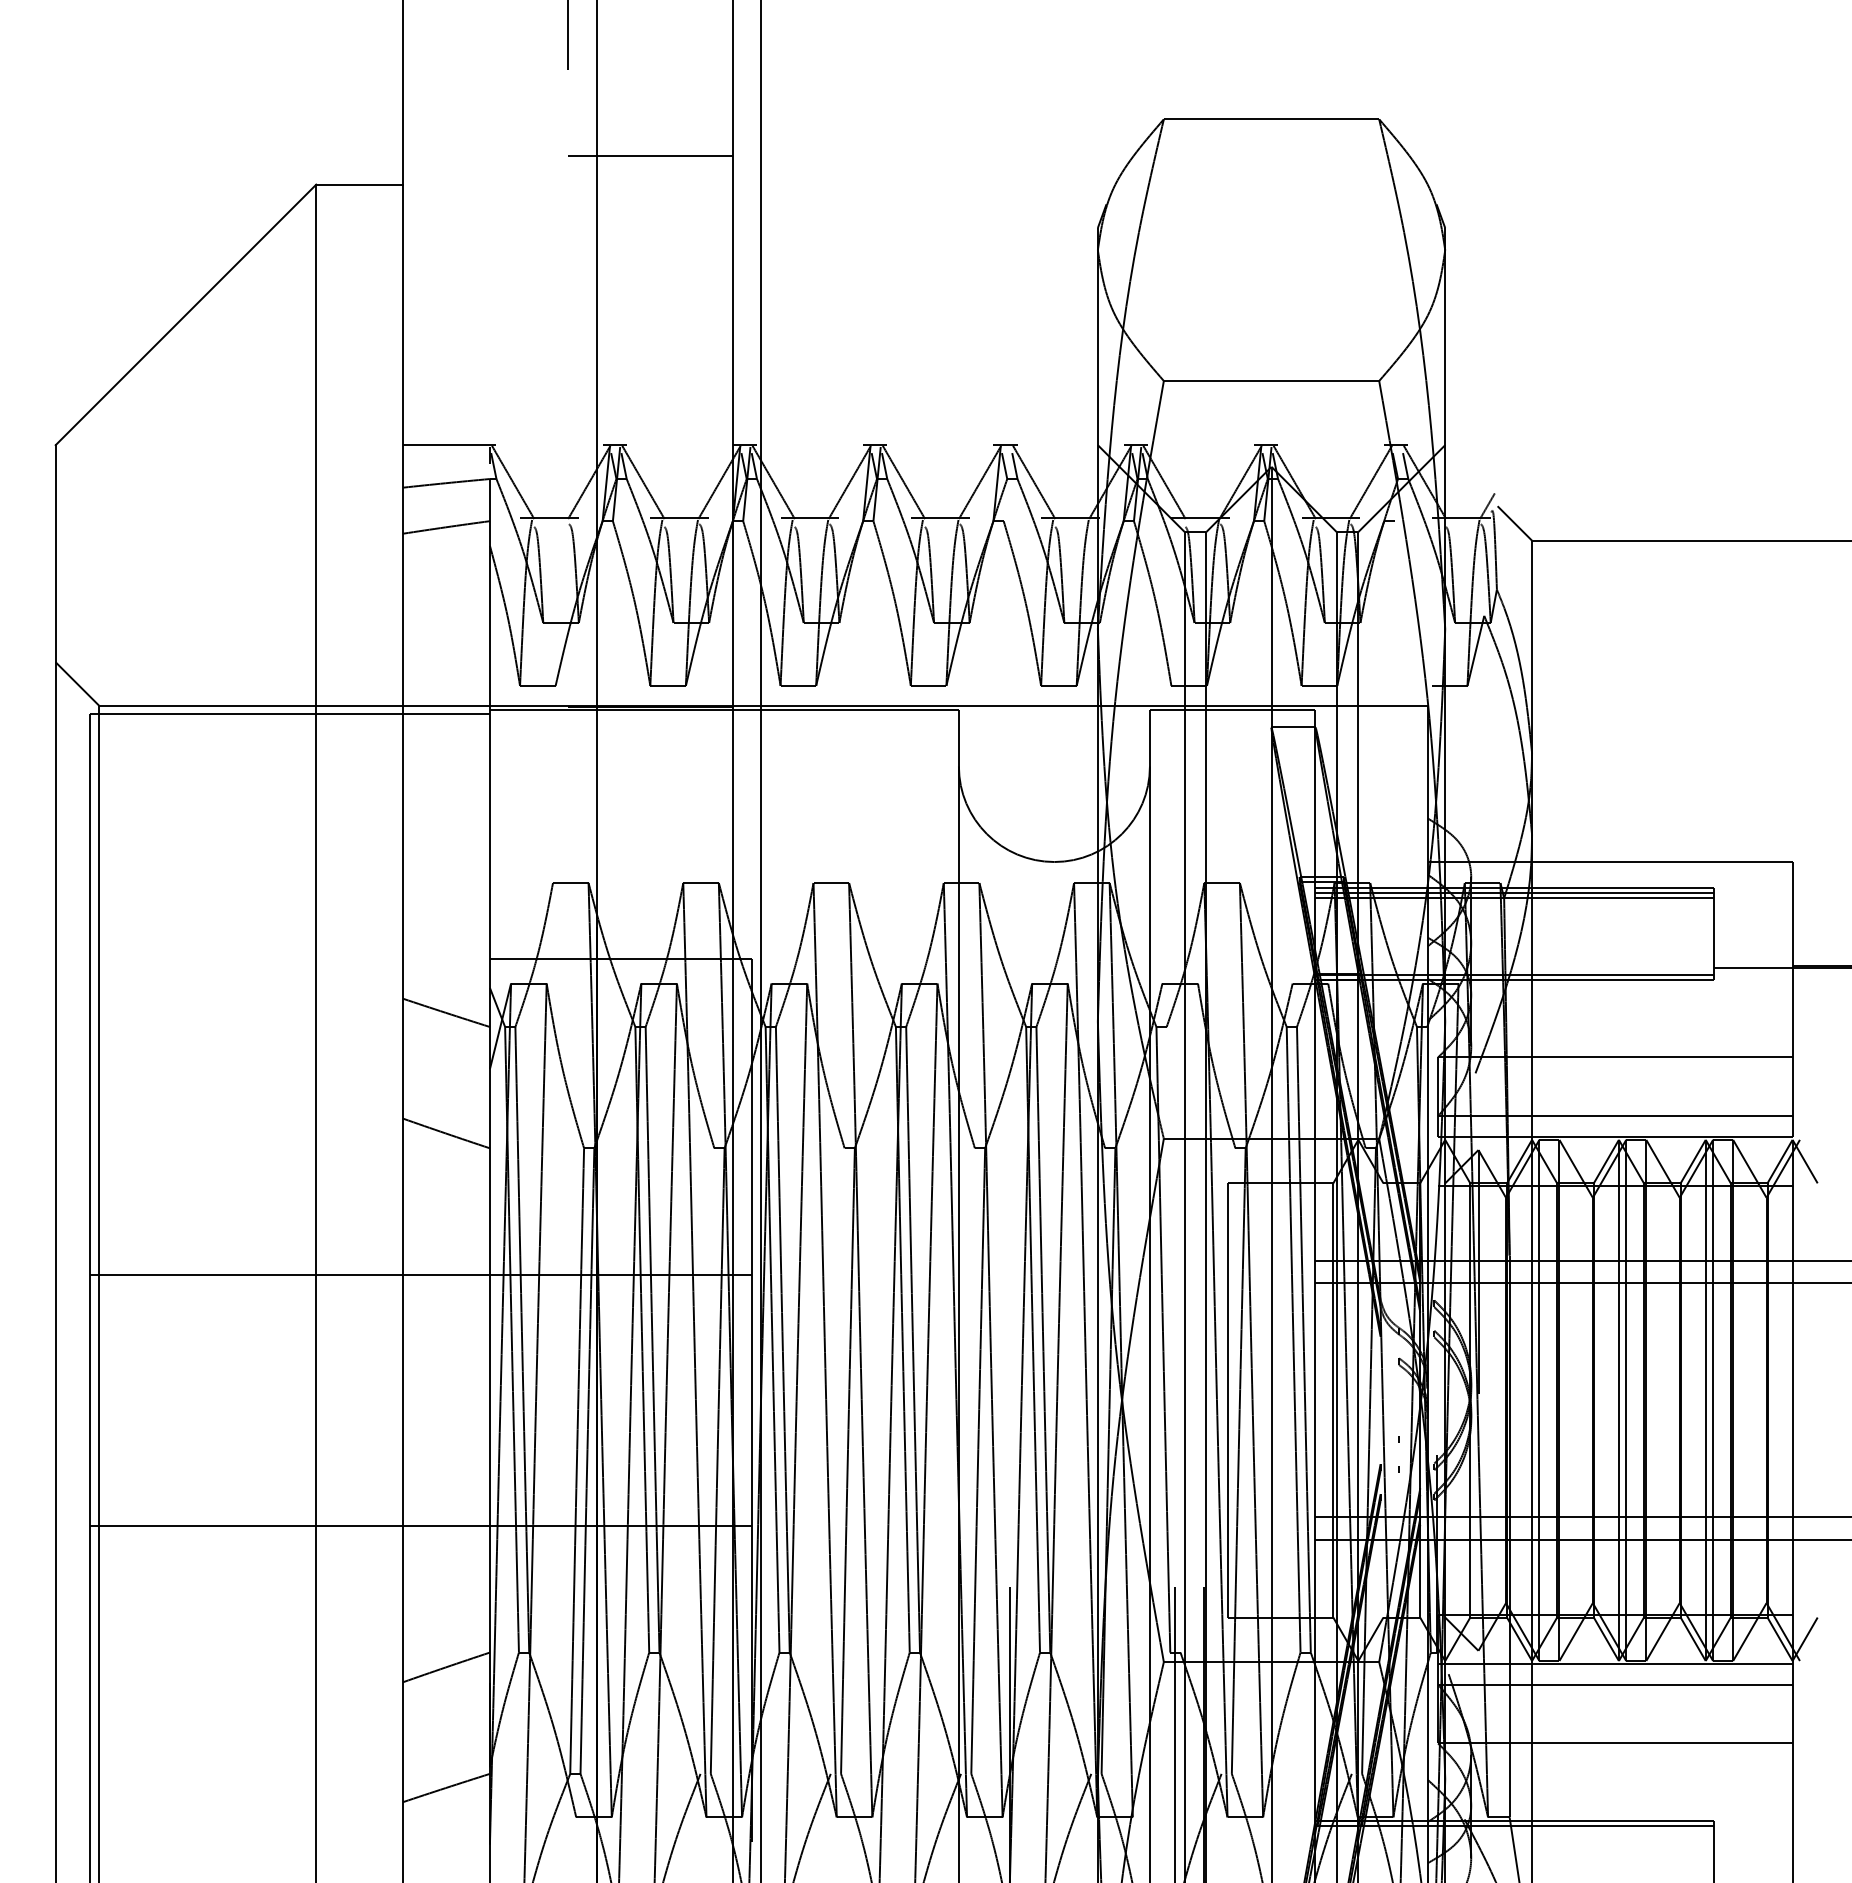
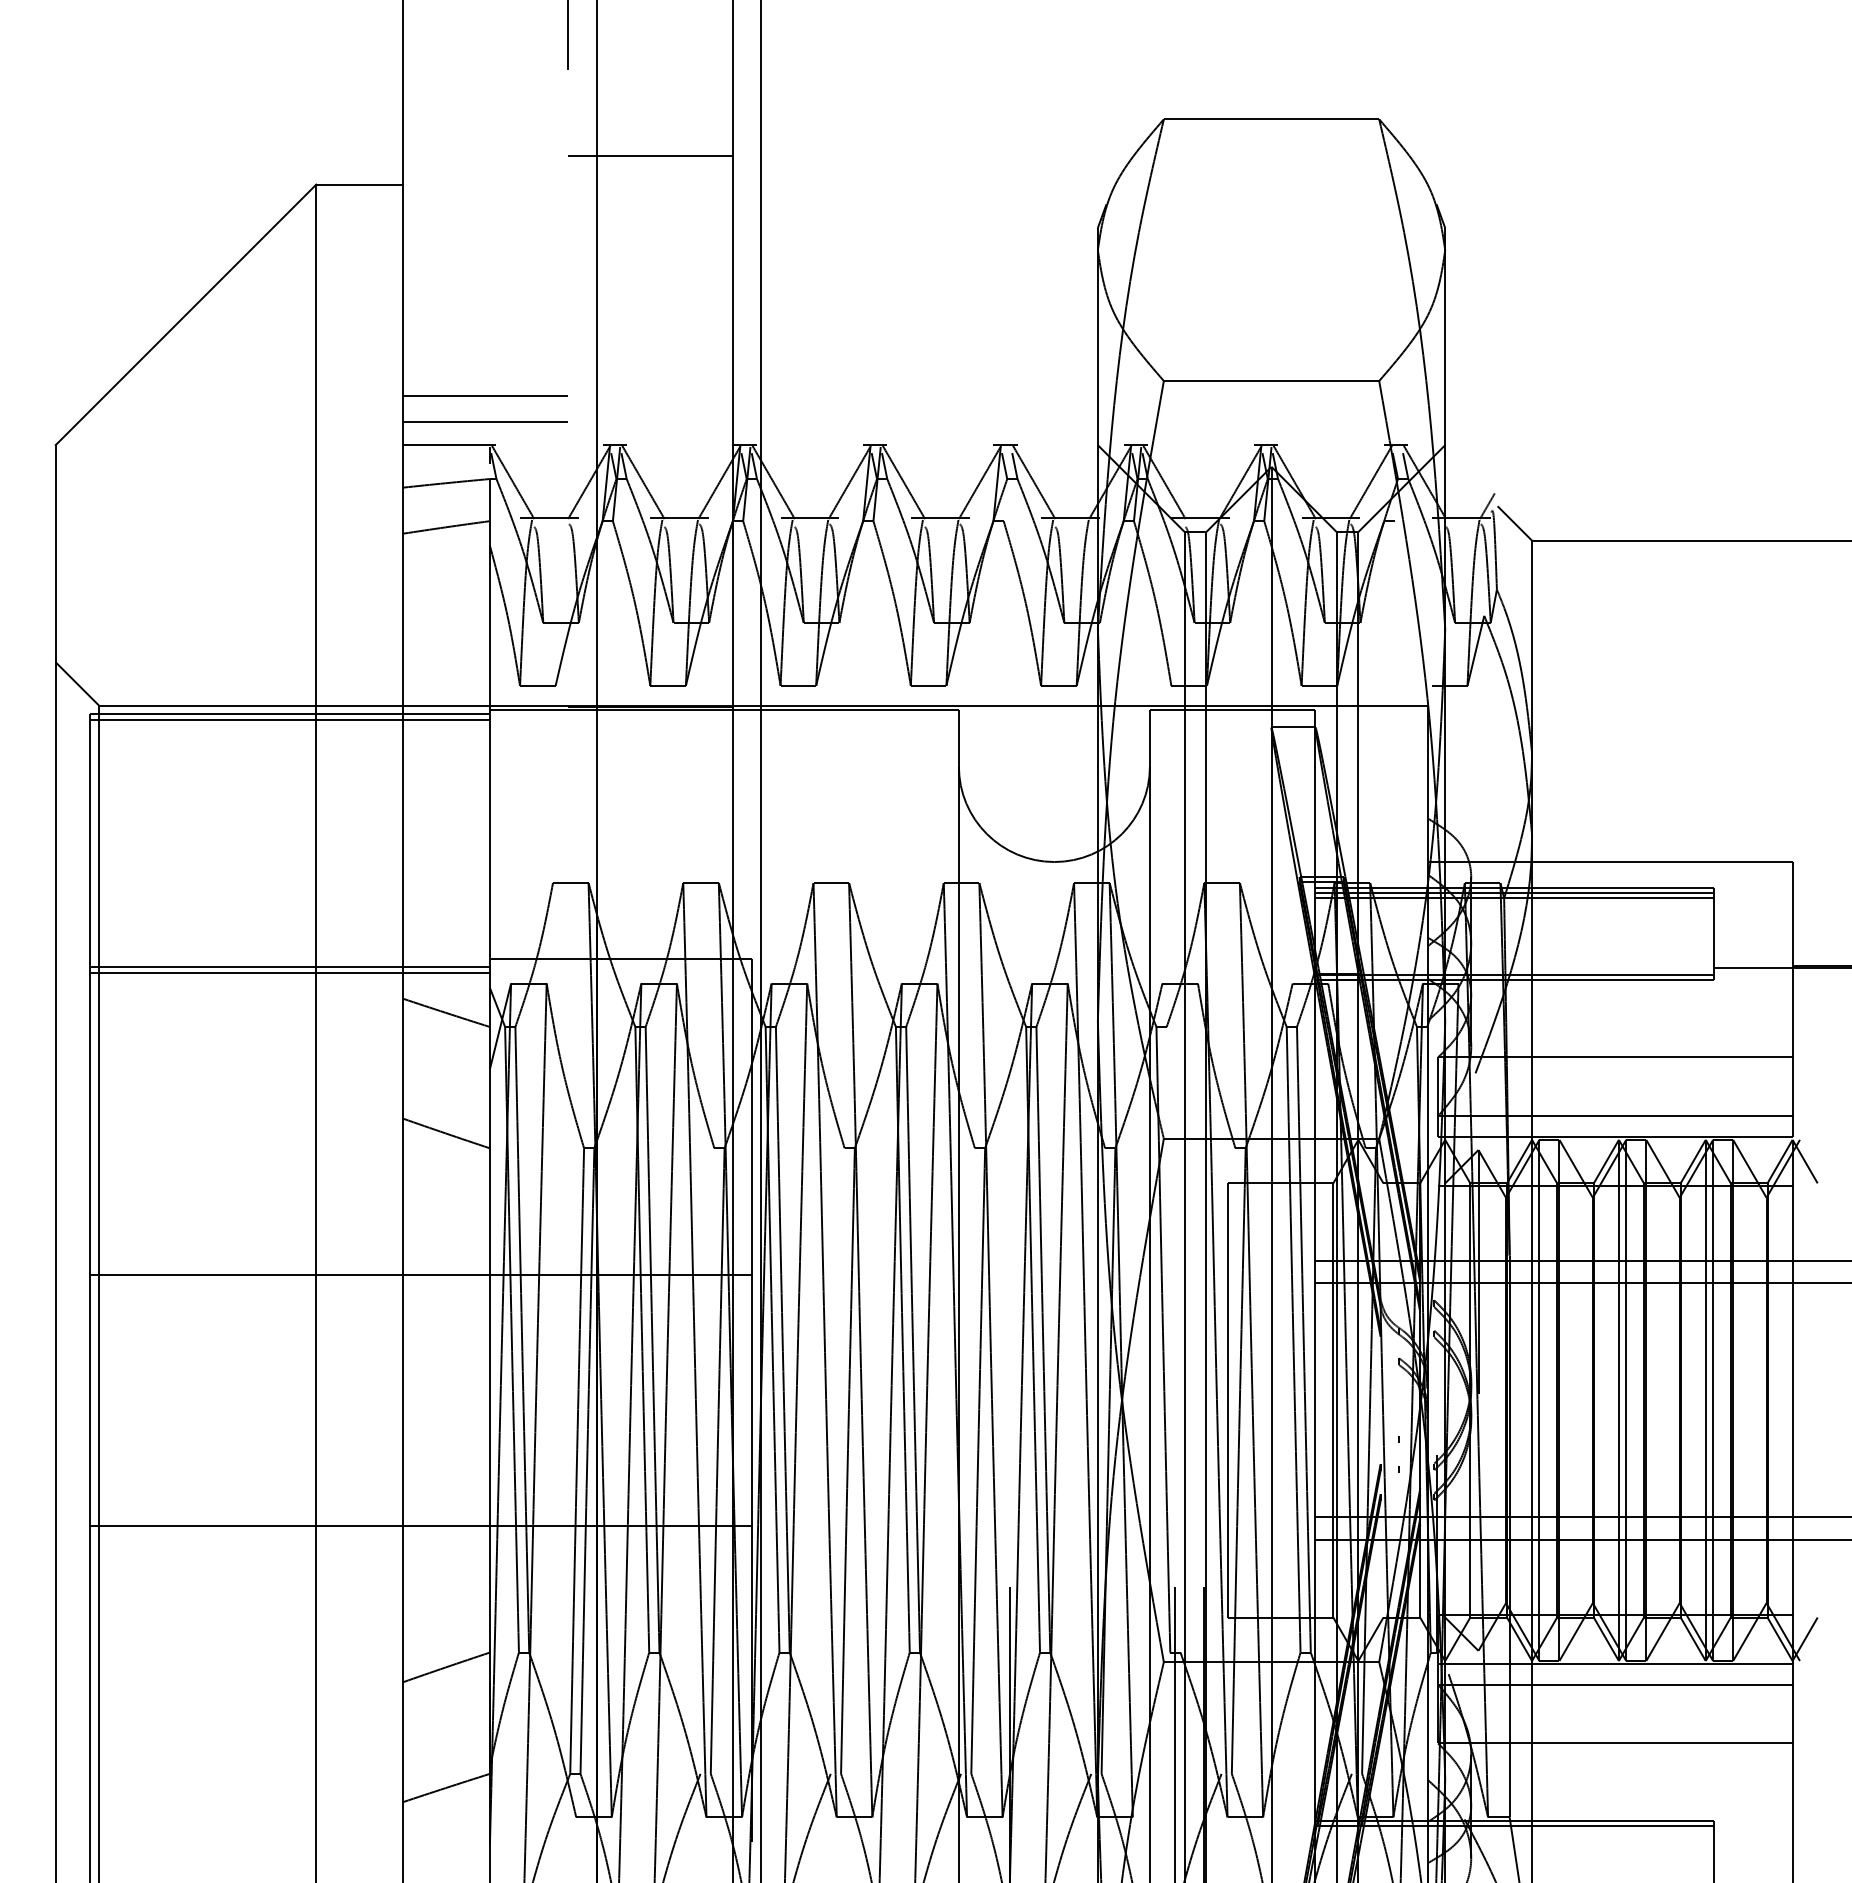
line at (485, 396): none -> present
line at (485, 421): none -> present
line at (289, 719): none -> present
line at (289, 967): none -> present
line at (289, 972): none -> present
